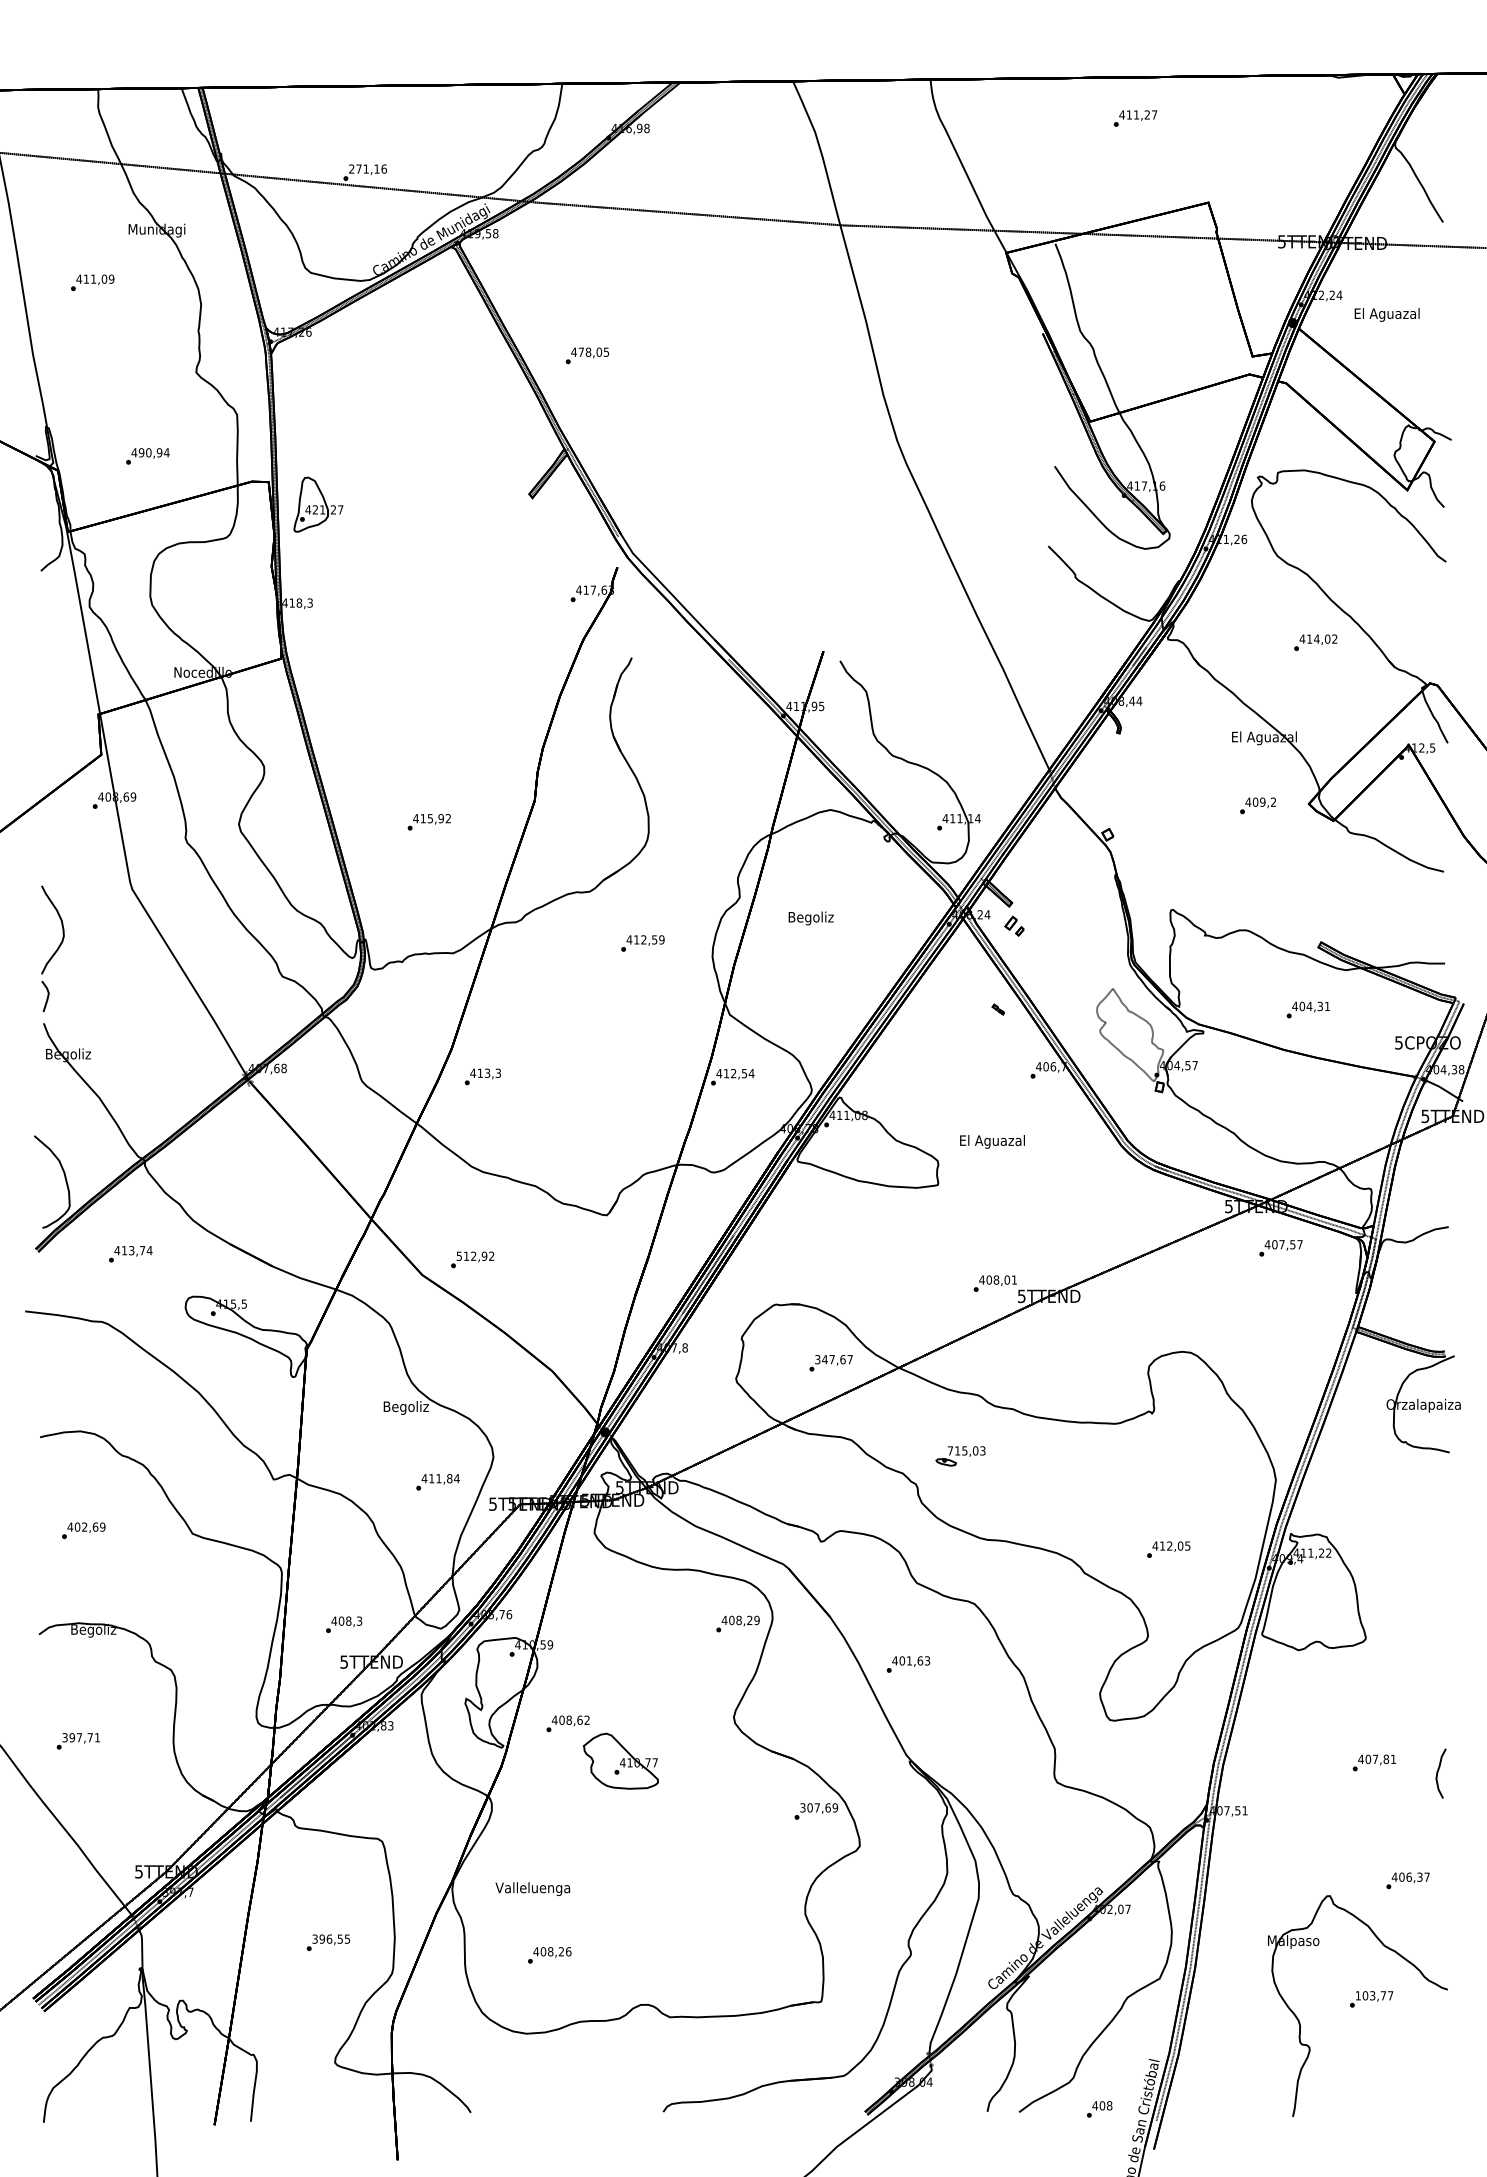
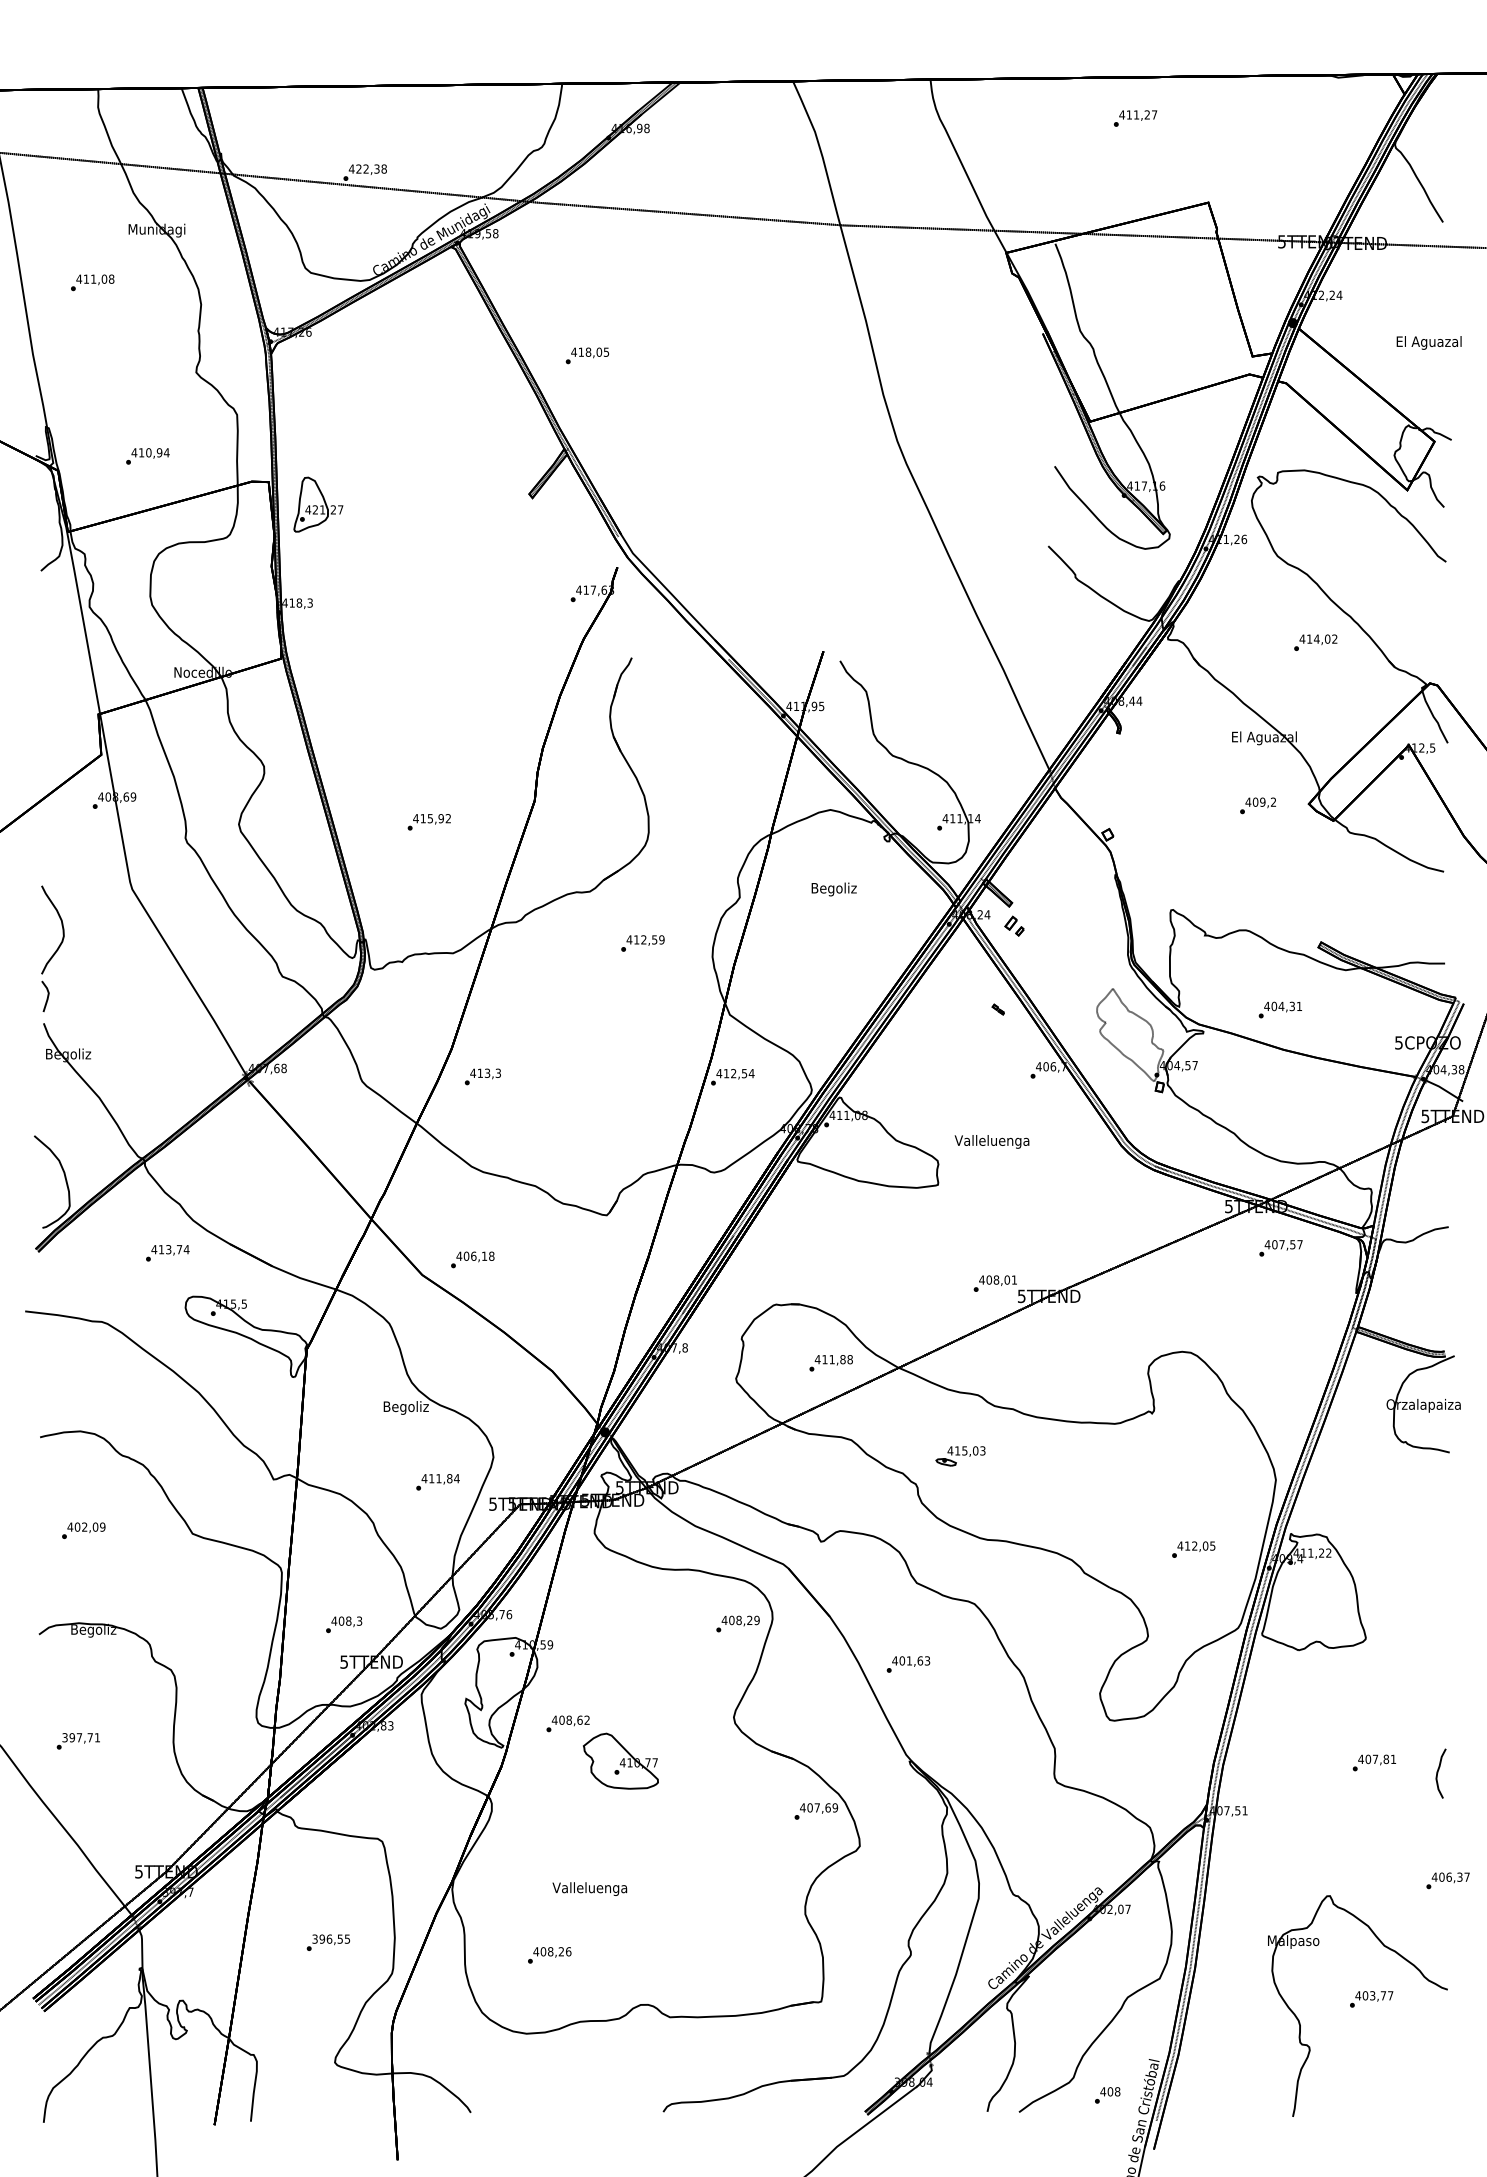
text at (367, 168): 271,16 -> 422,38
text at (111, 278): 411,09 -> 411,08
text at (1386, 314) position: (1386, 314) -> (1428, 342)
text at (580, 351): 478,05 -> 418,05
text at (141, 452): 490,94 -> 410,94
text at (810, 918) position: (810, 918) -> (833, 889)
text at (1307, 1009) position: (1307, 1009) -> (1279, 1009)
text at (991, 1141): El Aguazal -> Valleluenga
text at (130, 1254) position: (130, 1254) -> (167, 1253)
text at (475, 1255): 512,92 -> 406,18
text at (833, 1359): 347,67 -> 411,88
text at (950, 1450): 715,03 -> 415,03
text at (95, 1526): 402,69 -> 402,09
text at (1168, 1549) position: (1168, 1549) -> (1193, 1549)
text at (802, 1807): 307,69 -> 407,69
text at (1407, 1880) position: (1407, 1880) -> (1447, 1880)
text at (532, 1888) position: (532, 1888) -> (589, 1888)
text at (1358, 1995): 103,77 -> 403,77
text at (1099, 2109) position: (1099, 2109) -> (1107, 2095)
